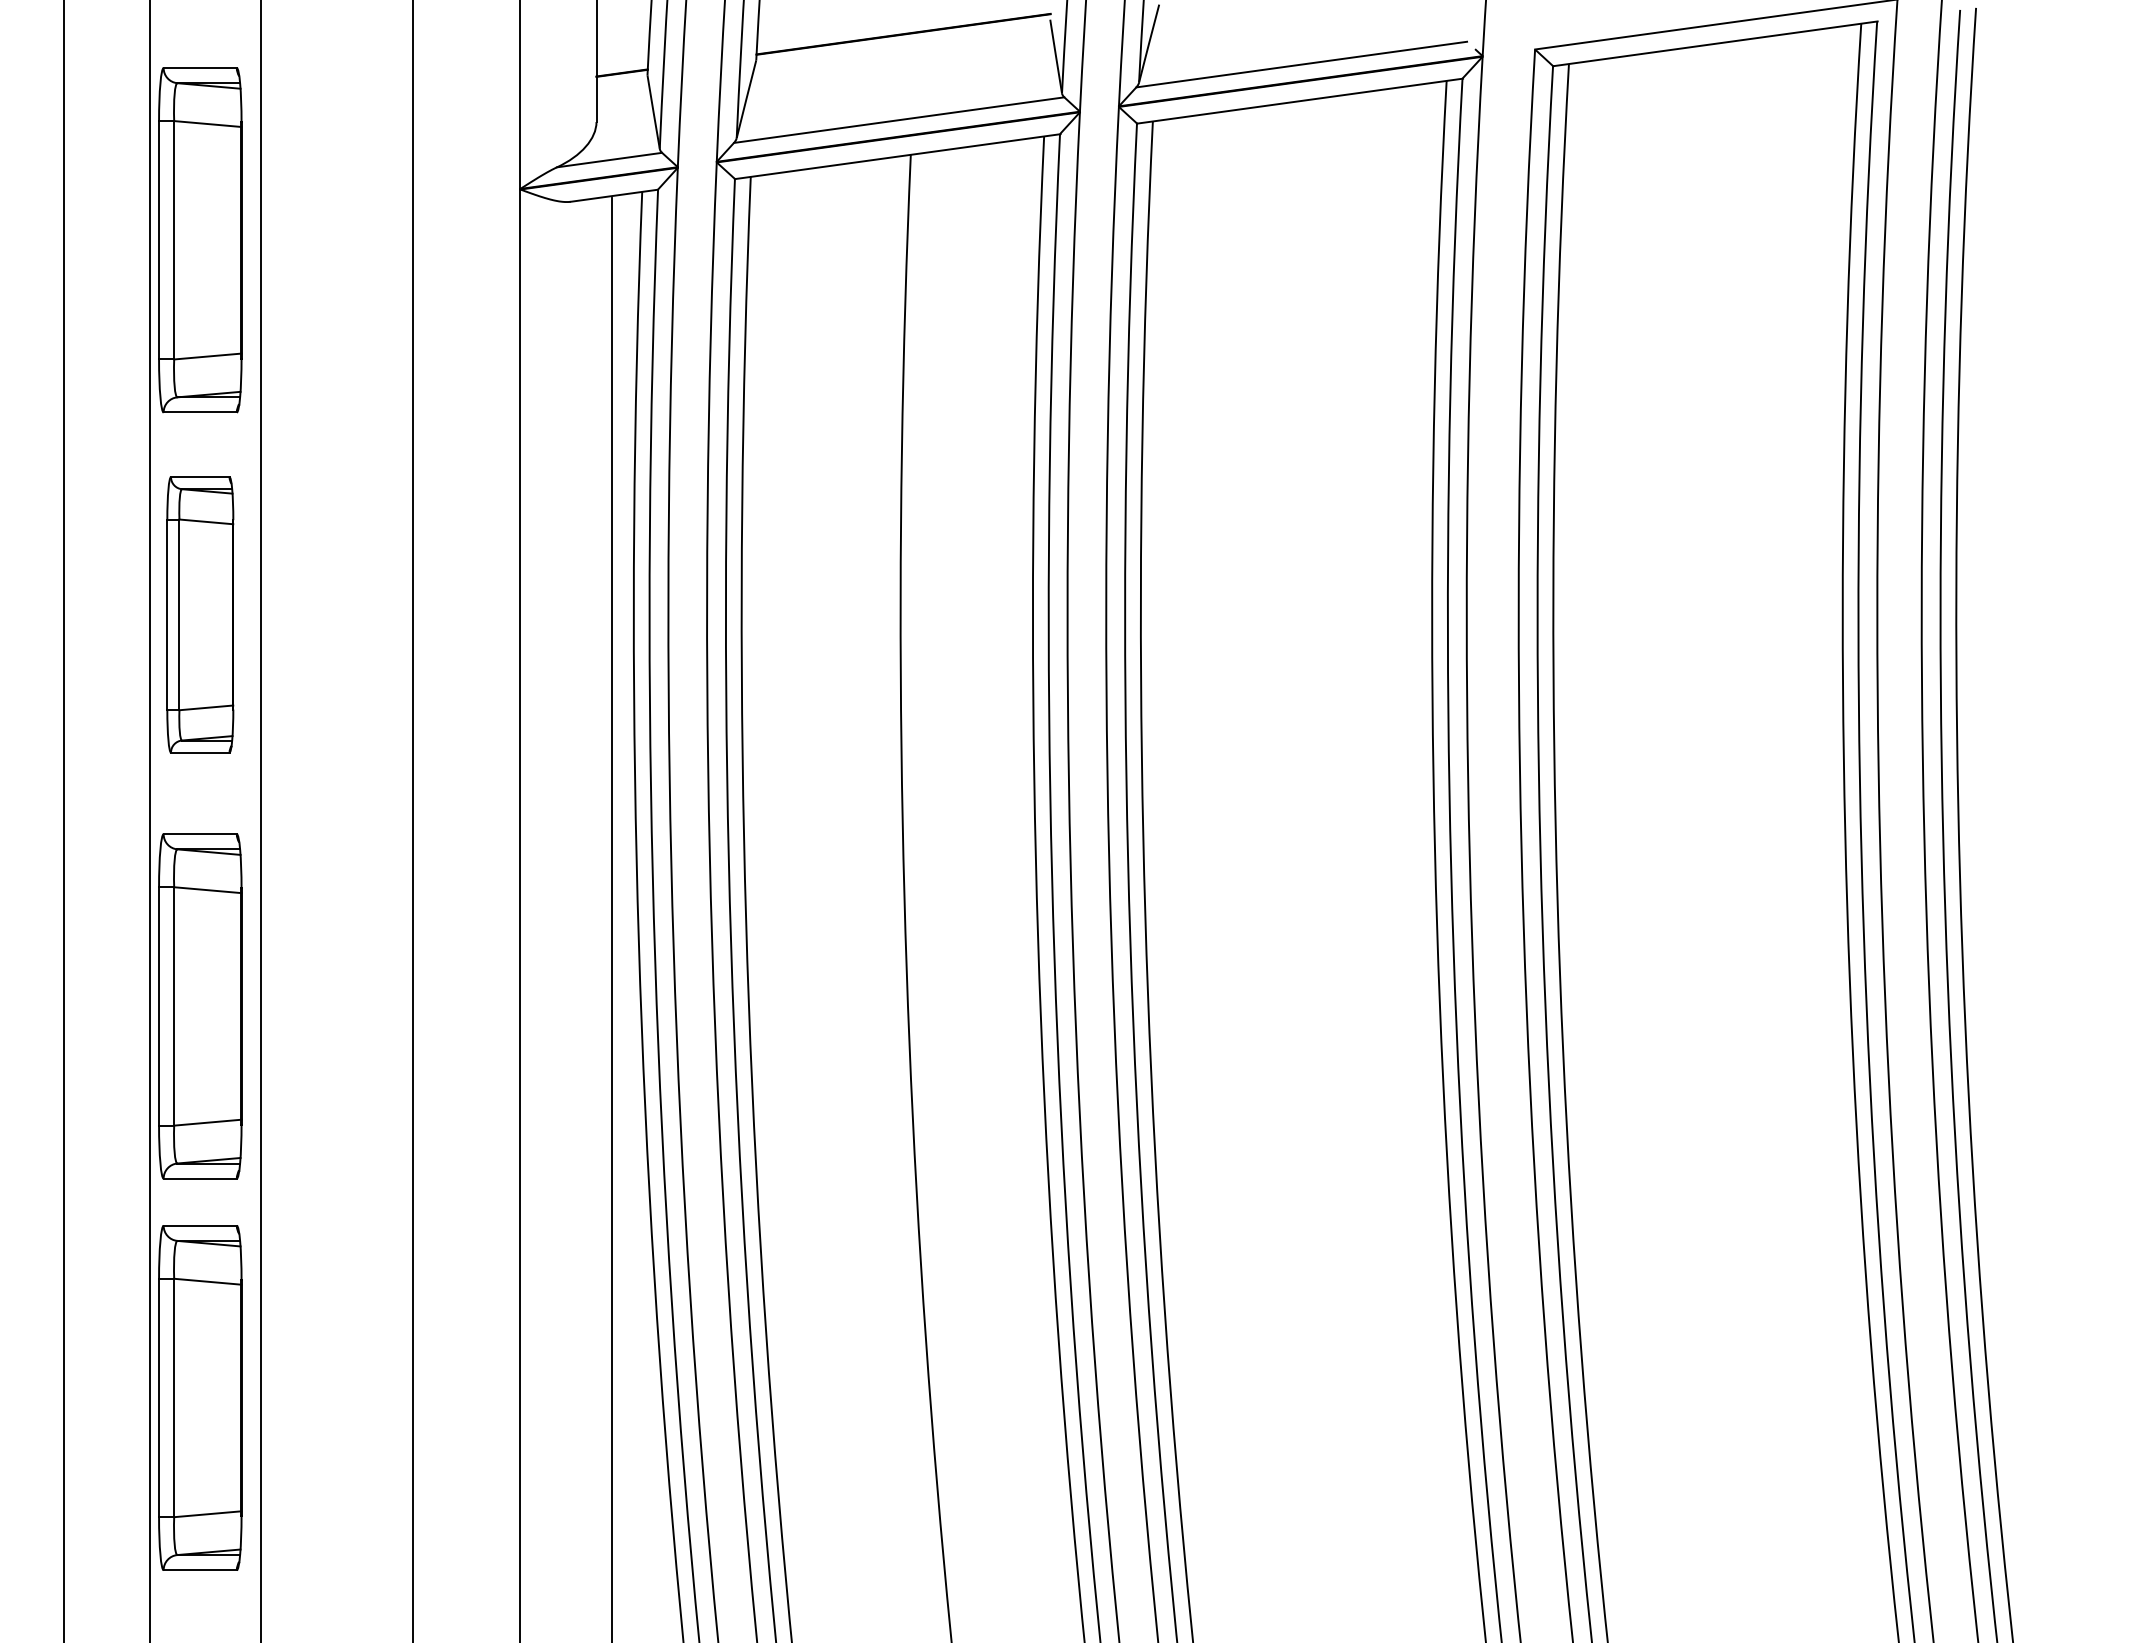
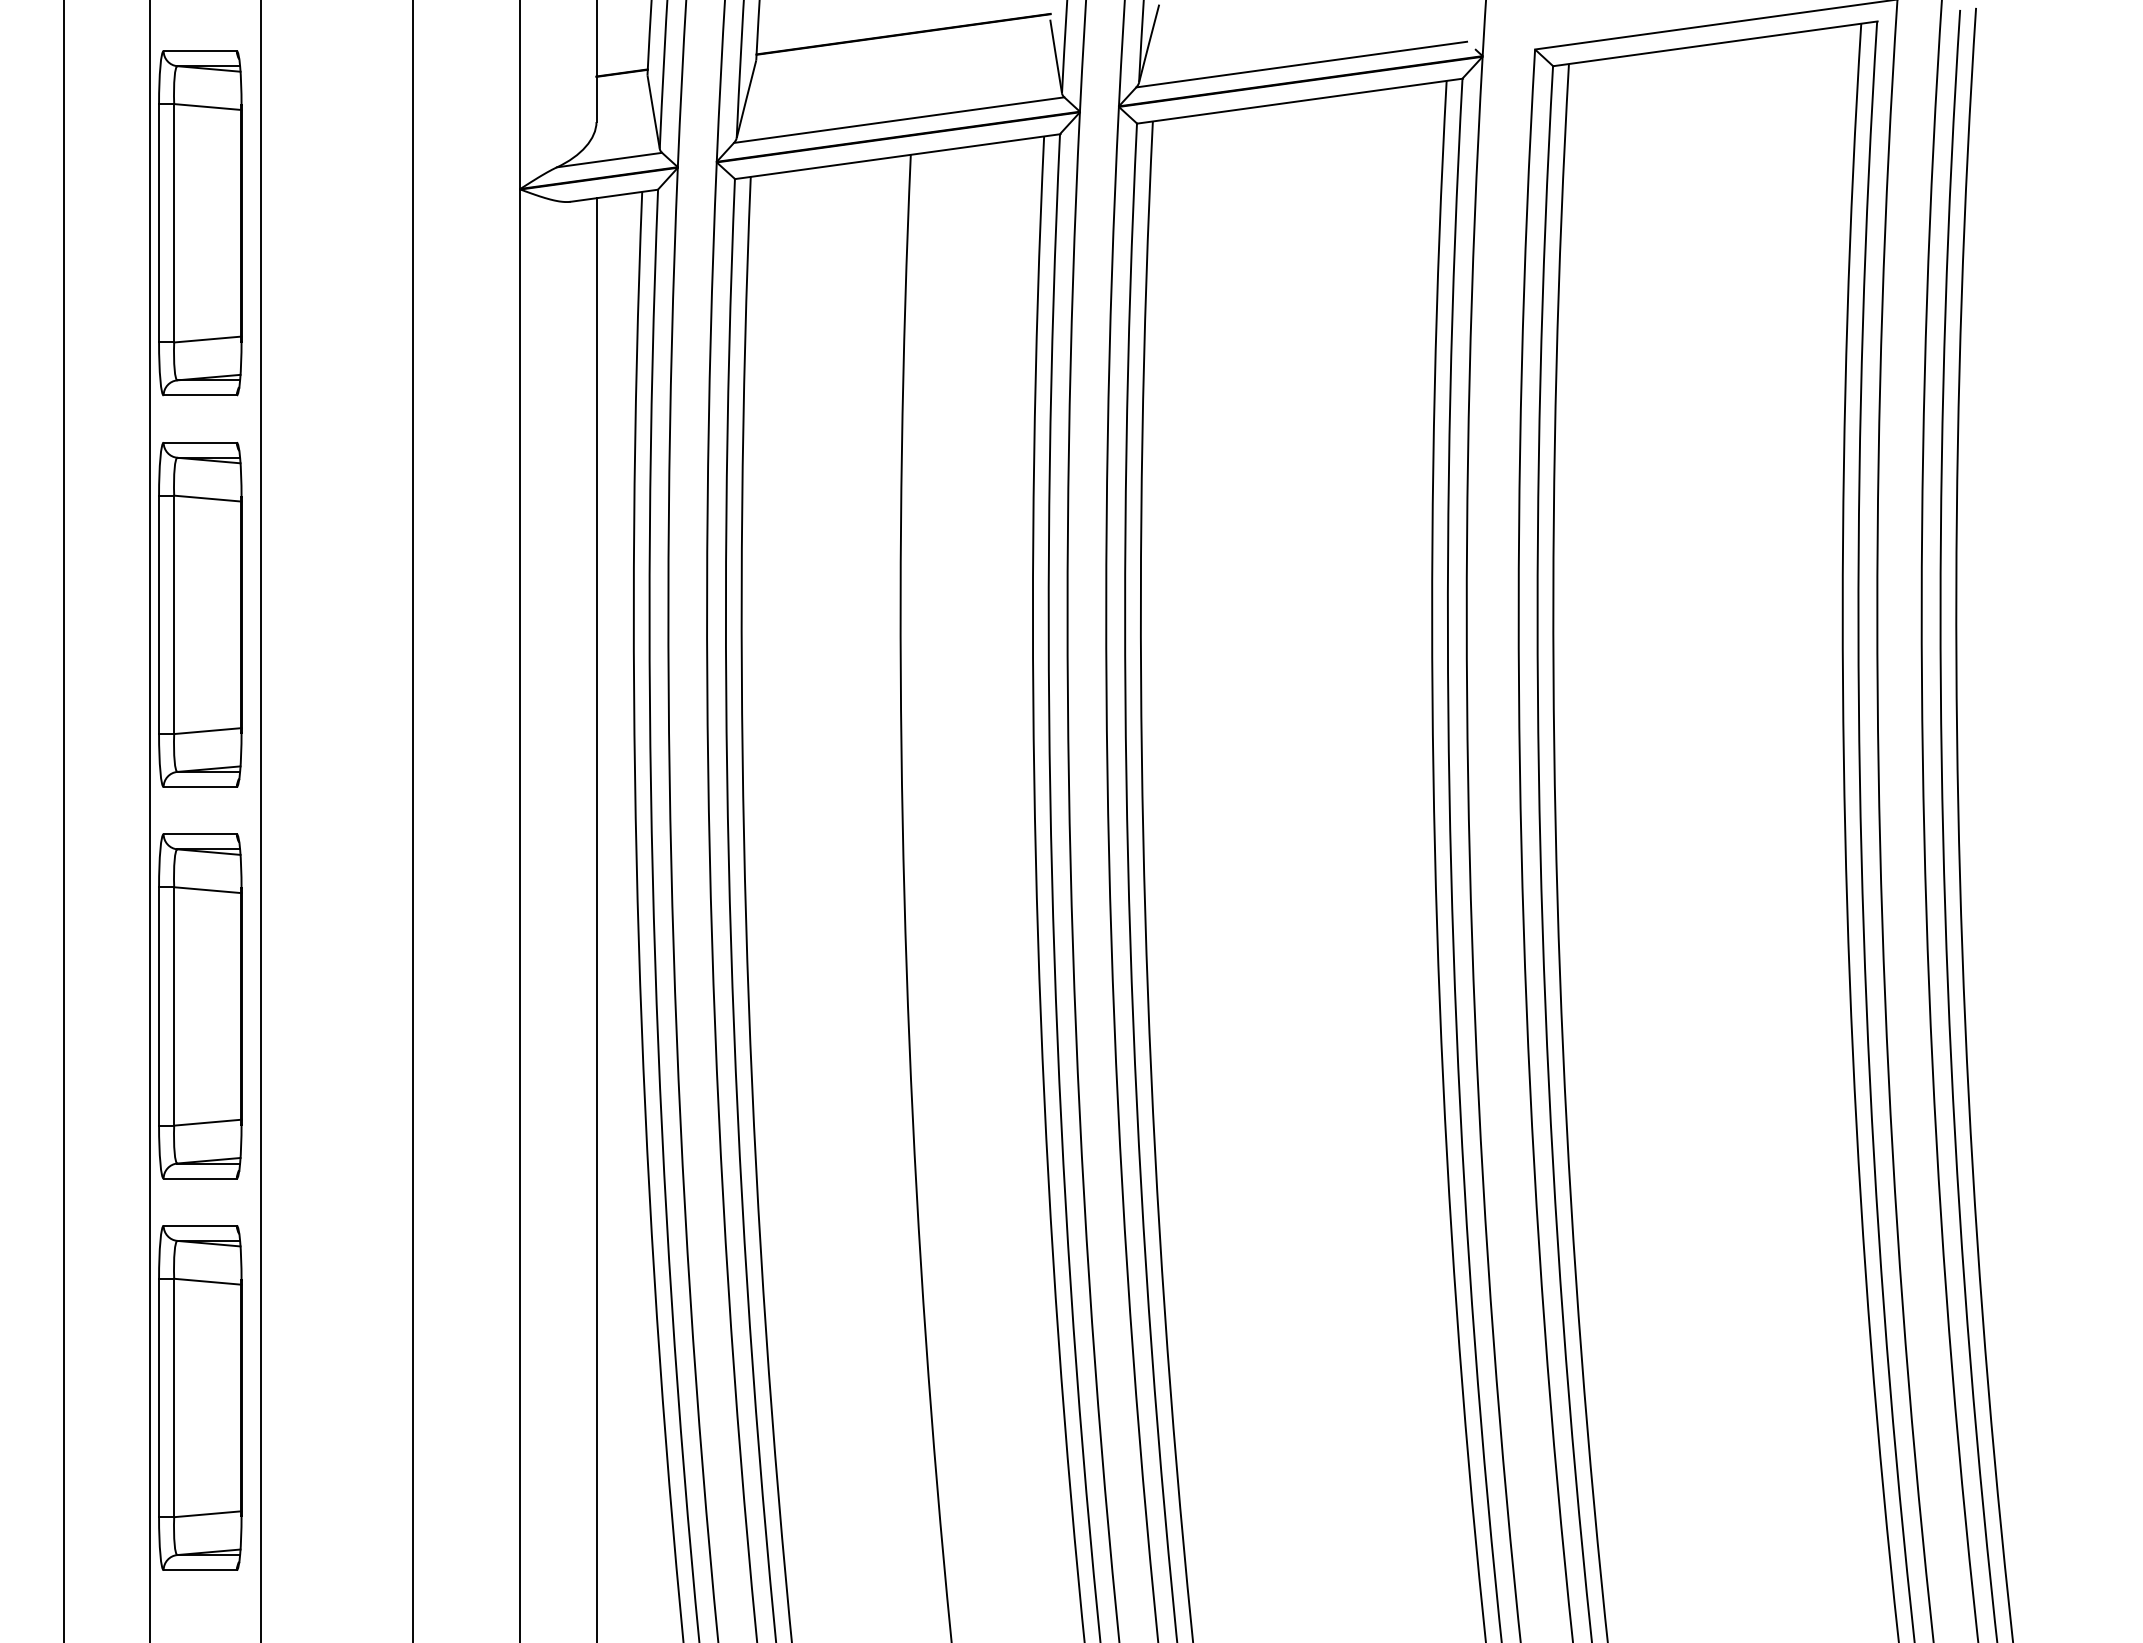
part at (200, 240) position: (200, 240) -> (200, 223)
part at (200, 614) size: 69x278 px -> 85x346 px
line at (611, 918) position: (611, 918) -> (596, 918)
